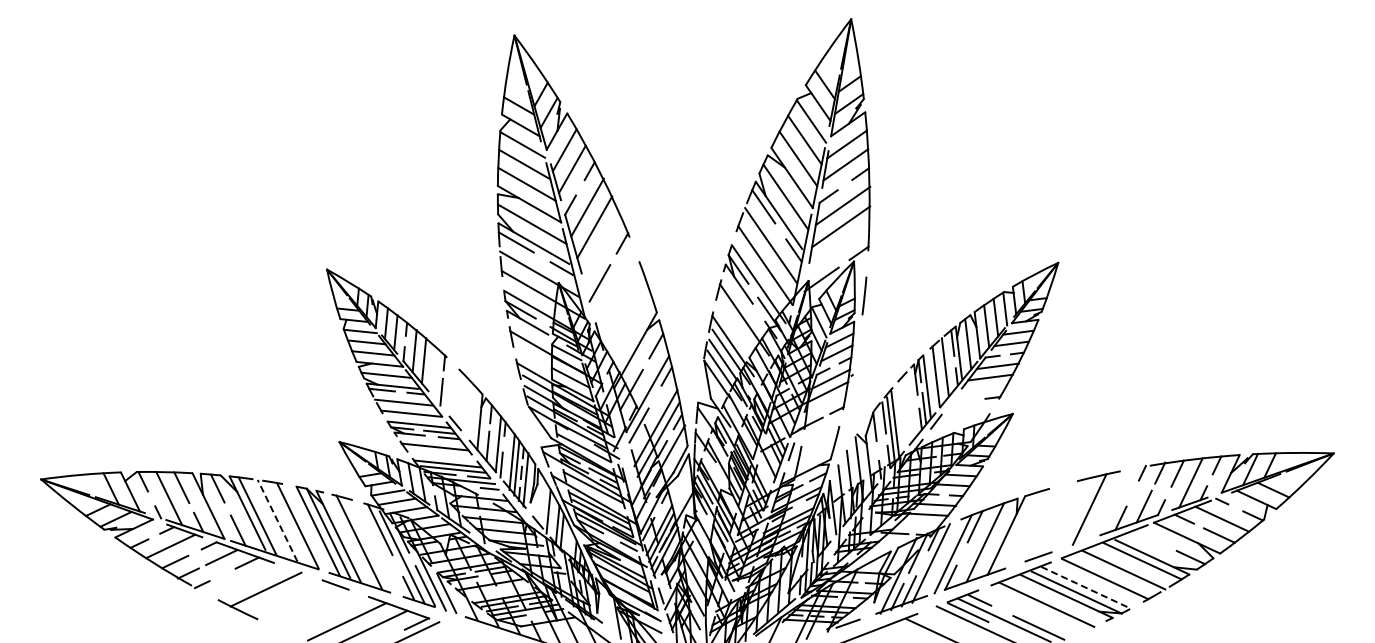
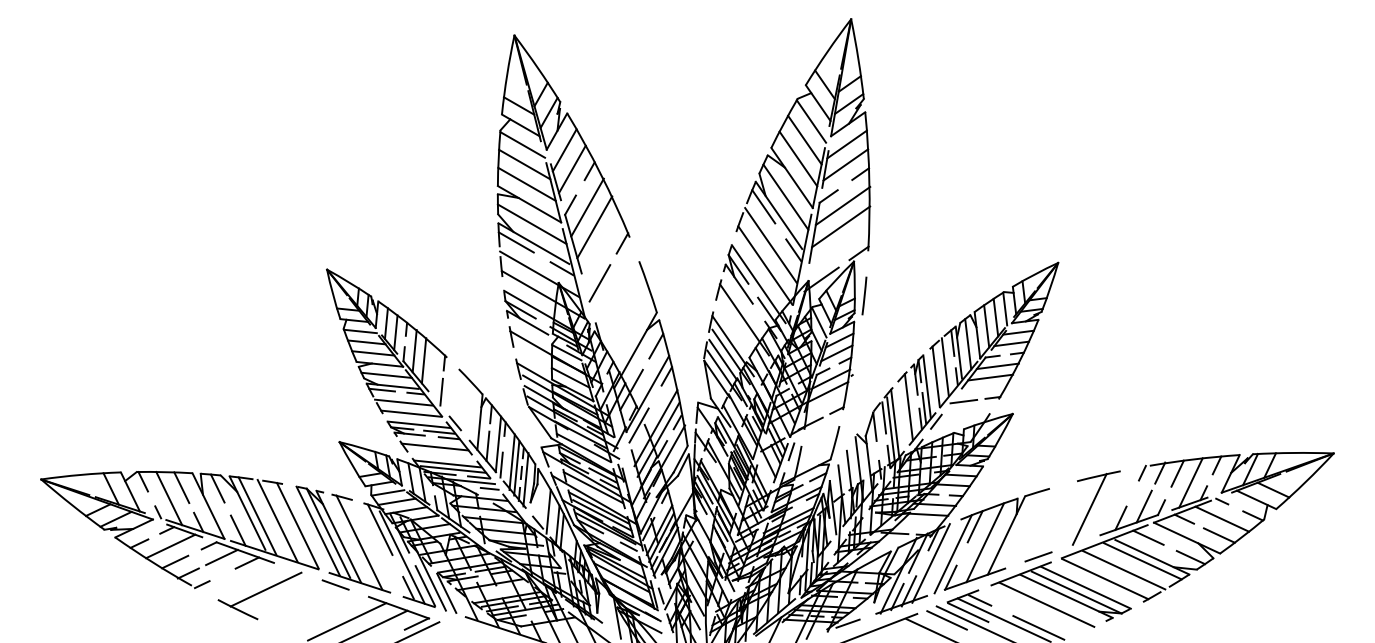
line at (963, 401): none -> present
line at (908, 406): none -> present
line at (277, 520): dashed -> solid
line at (1148, 537): none -> present
line at (1086, 587): dashed -> solid
line at (946, 620): none -> present
